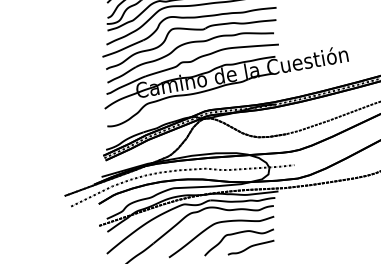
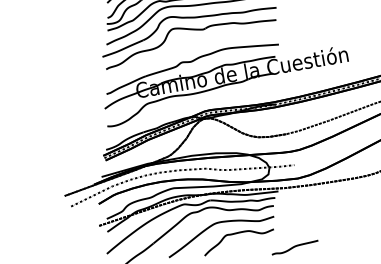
part at (187, 44): present -> none
curve at (250, 247) position: (250, 247) -> (294, 247)
